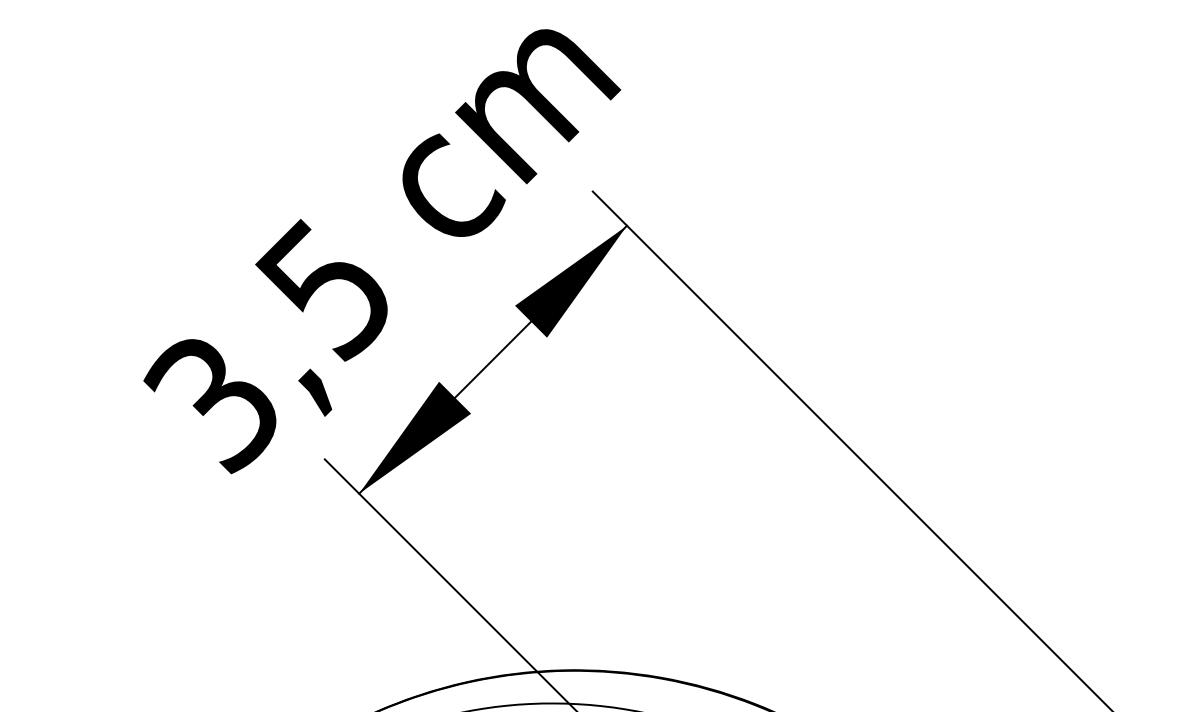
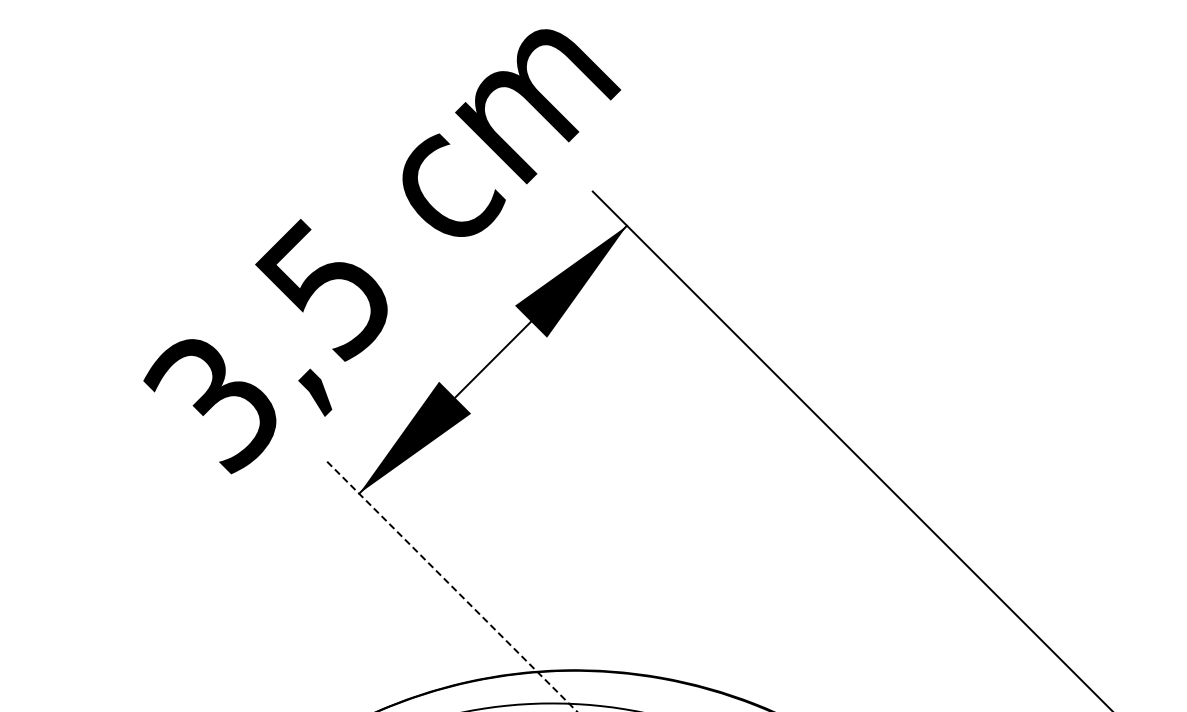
line at (450, 585): solid -> dashed
